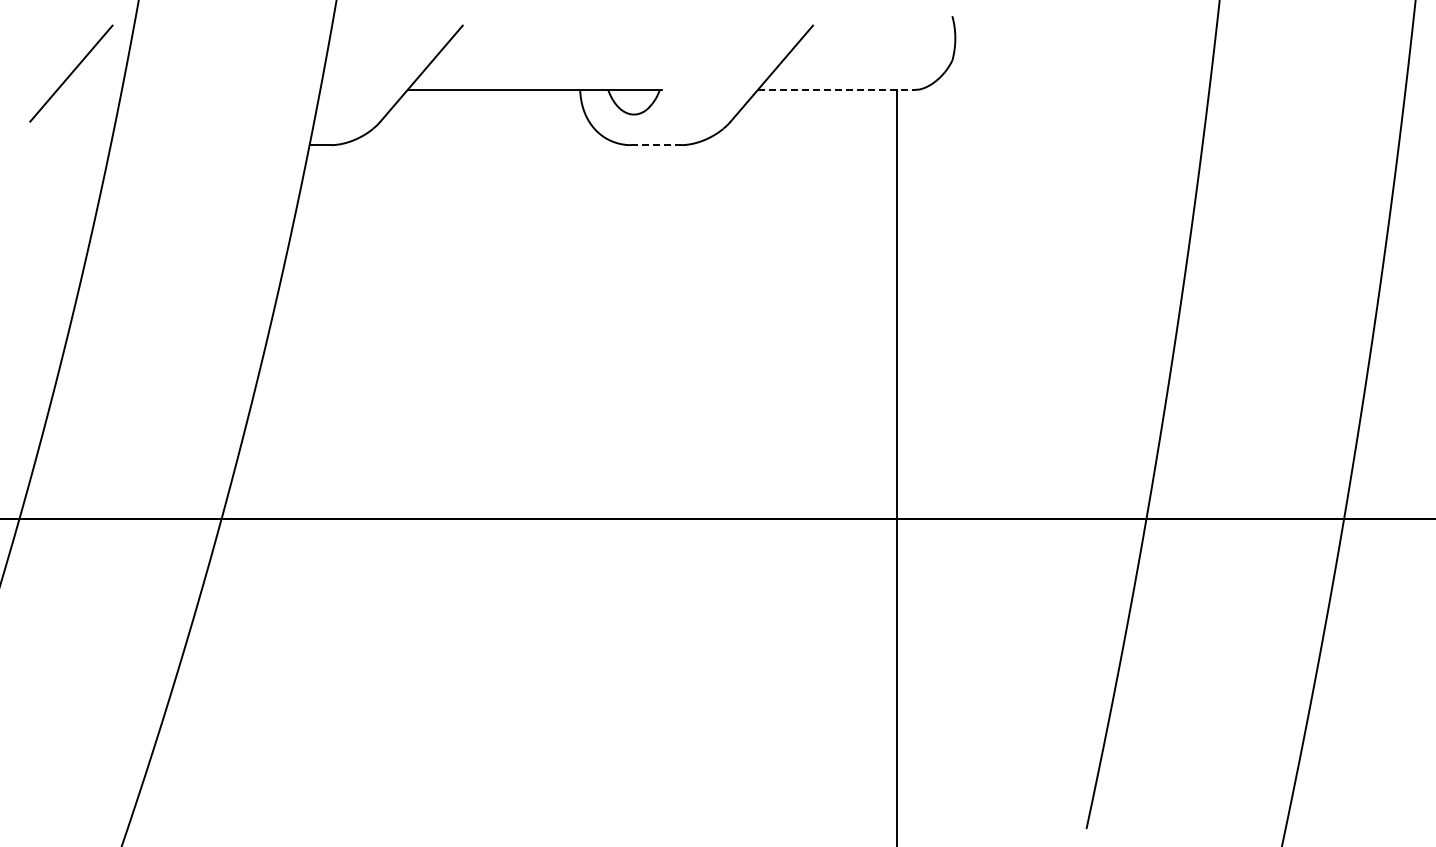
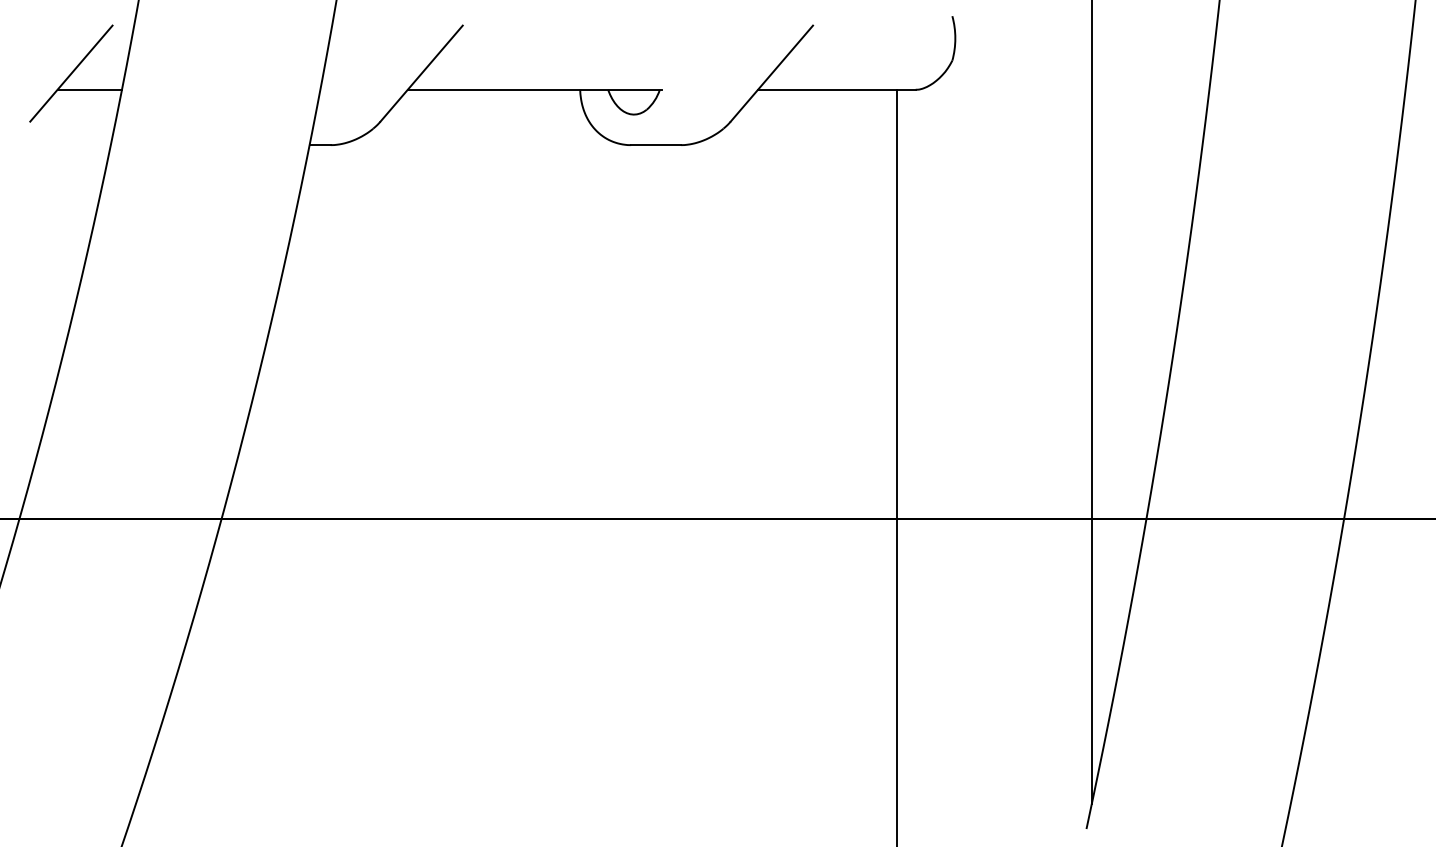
line at (89, 89): none -> present
line at (836, 89): dashed -> solid
line at (655, 145): dashed -> solid
line at (1091, 402): none -> present
